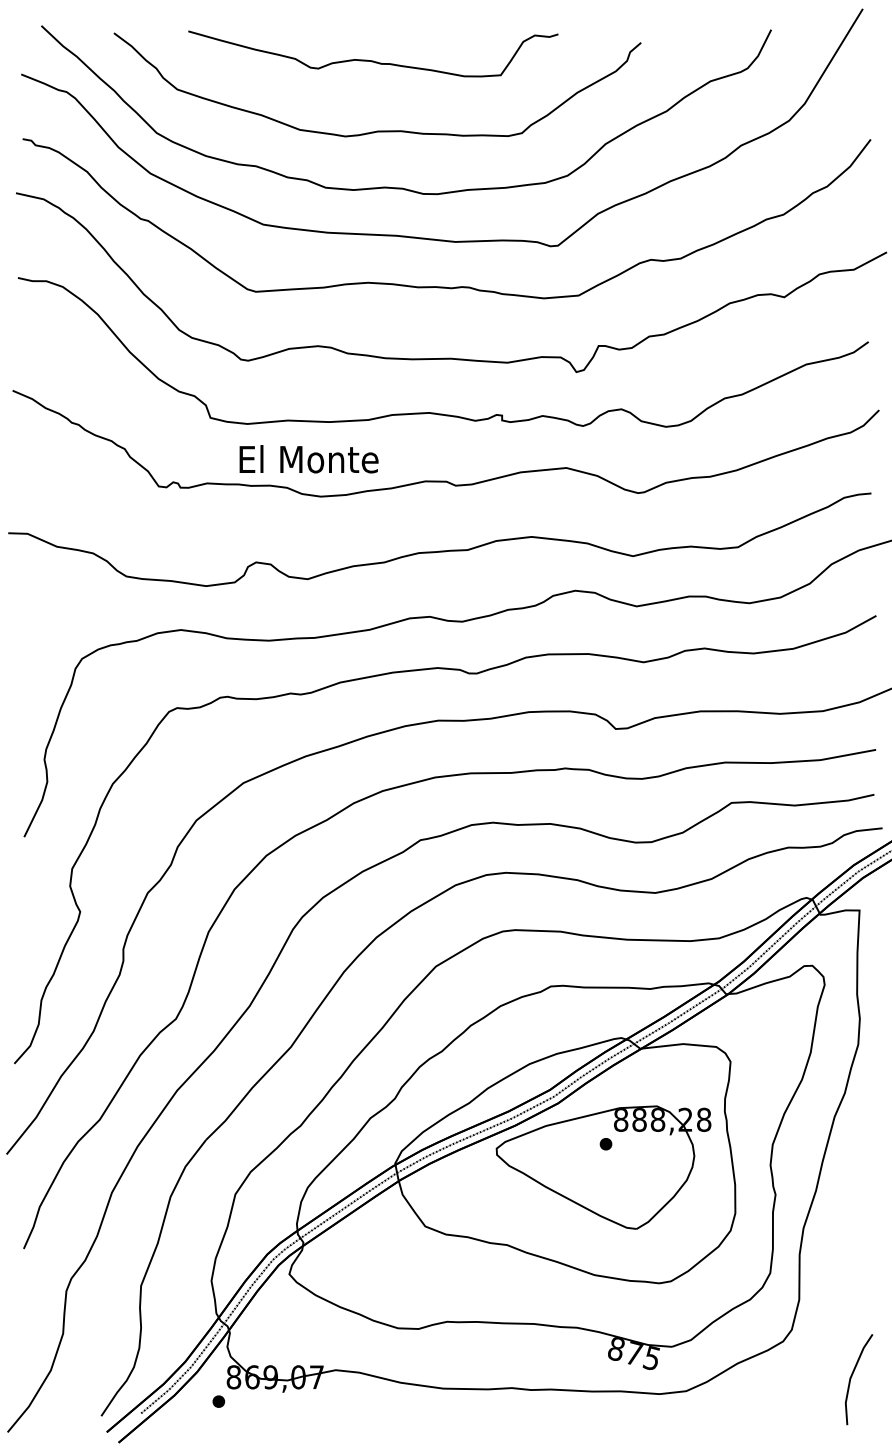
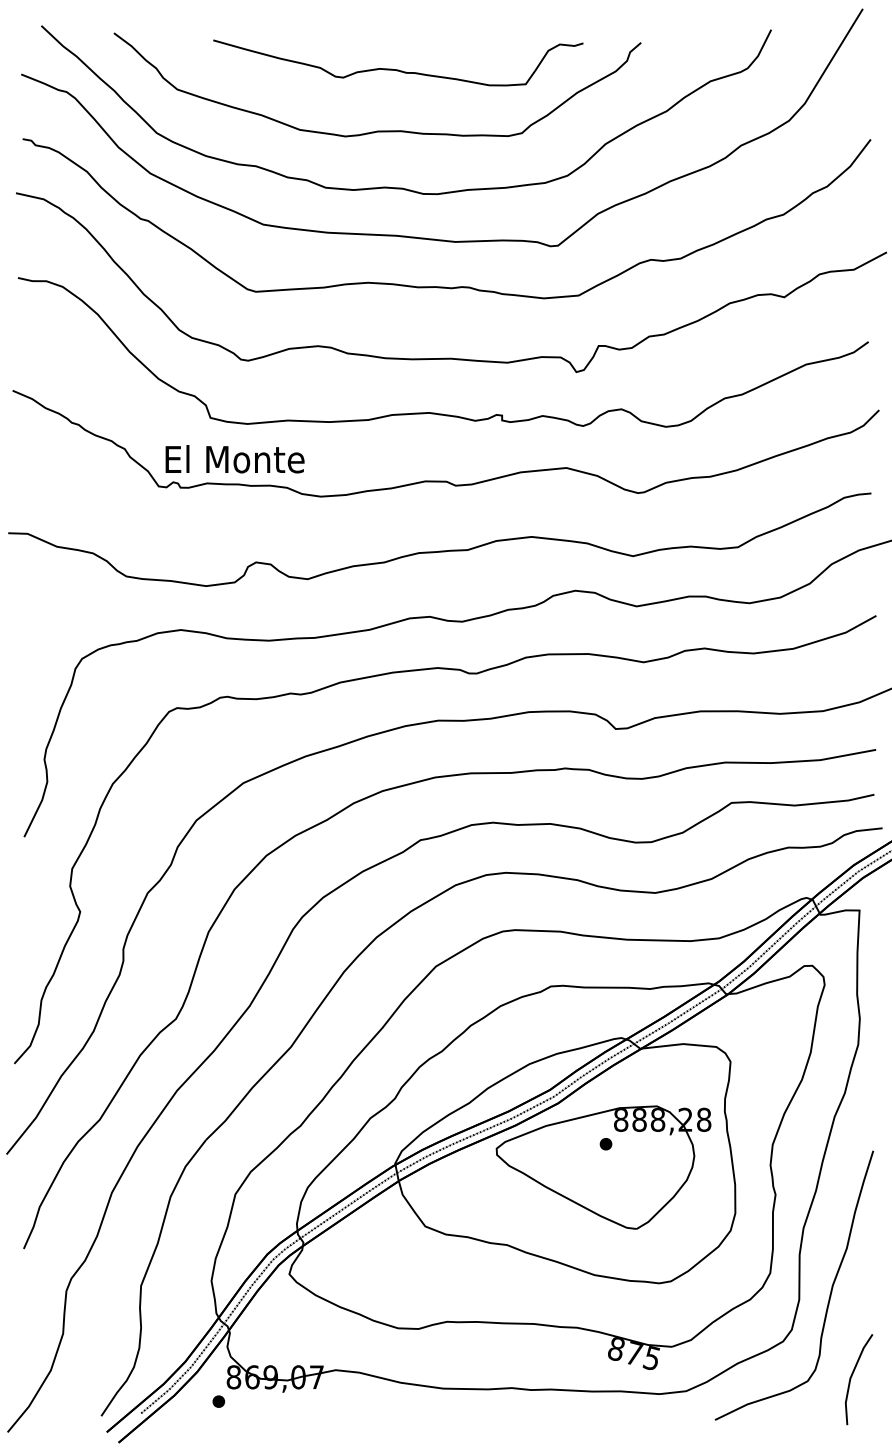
part at (373, 60) position: (373, 60) -> (398, 69)
text at (308, 459) position: (308, 459) -> (234, 459)
curve at (829, 1294): none -> present
